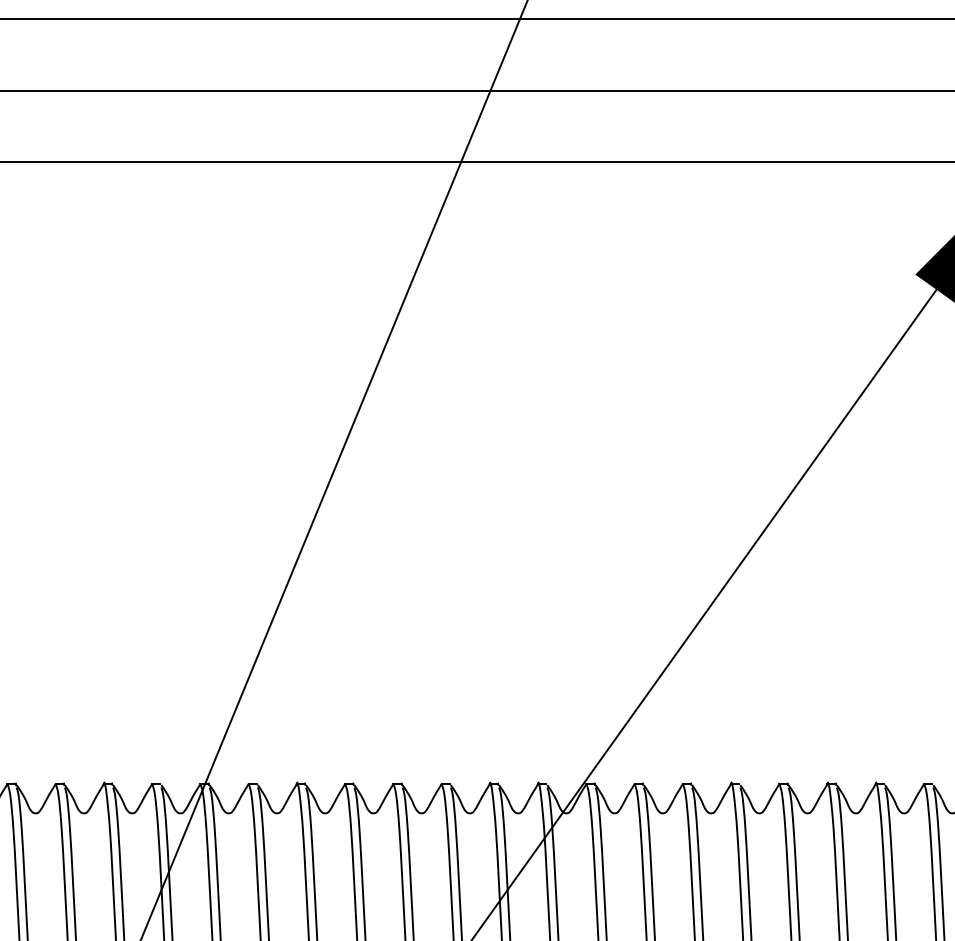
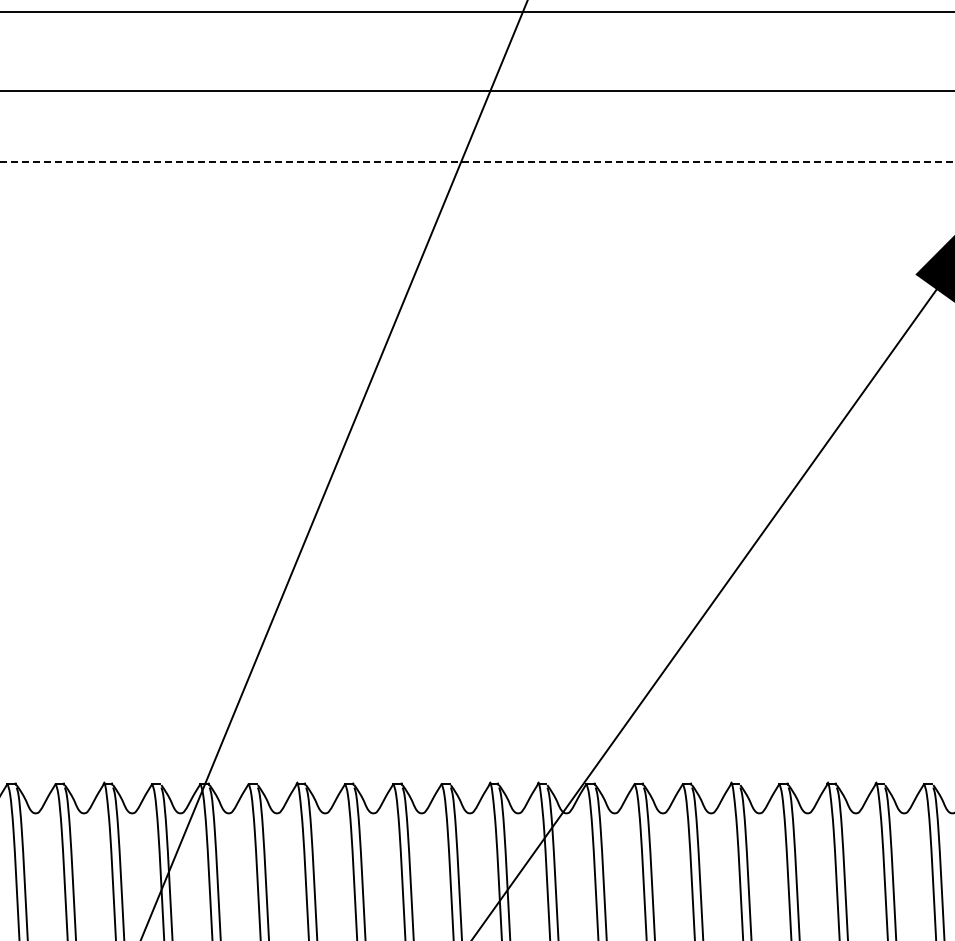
line at (476, 19) position: (476, 19) -> (476, 12)
line at (477, 162): solid -> dashed
